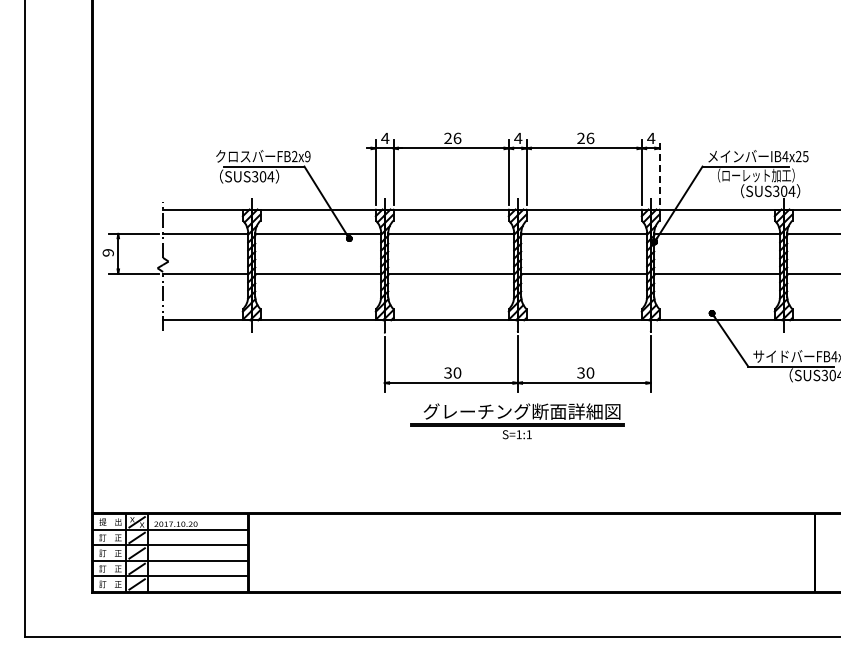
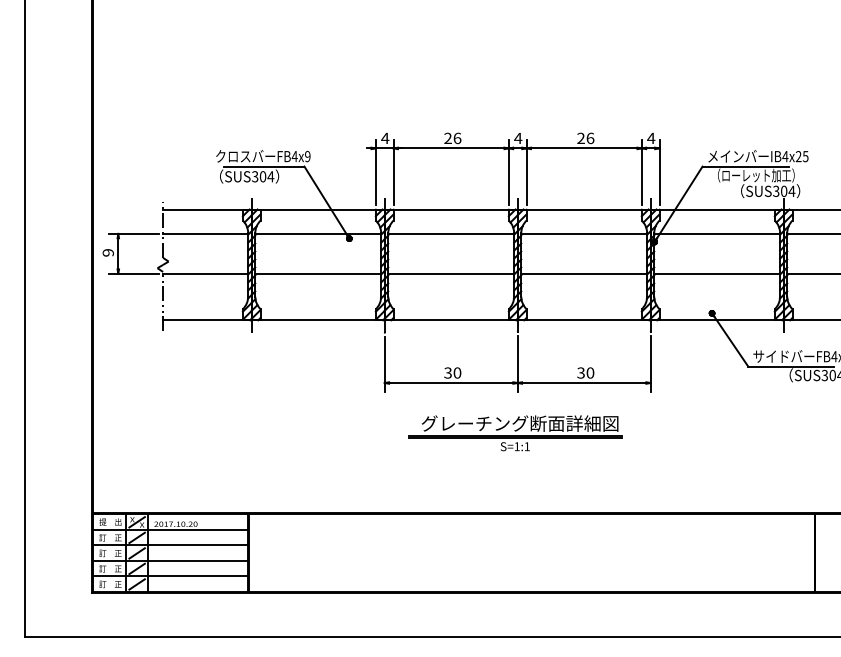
text at (294, 156): FB2x9 -> FB4x9
line at (659, 172): dashed -> solid
part at (517, 421) position: (517, 421) -> (515, 433)
